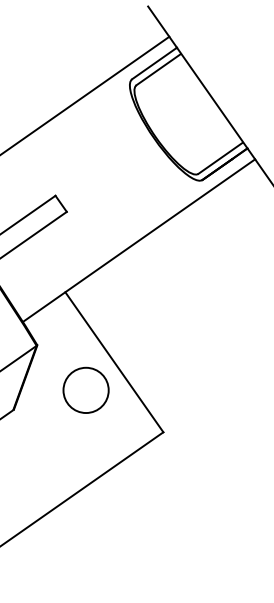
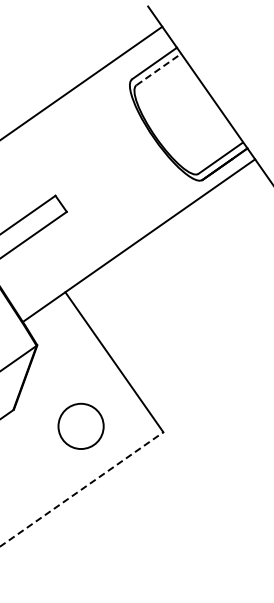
line at (158, 69): solid -> dashed
line at (85, 94) position: (85, 94) -> (82, 82)
circle at (85, 389) position: (85, 389) -> (80, 425)
line at (82, 489): solid -> dashed
